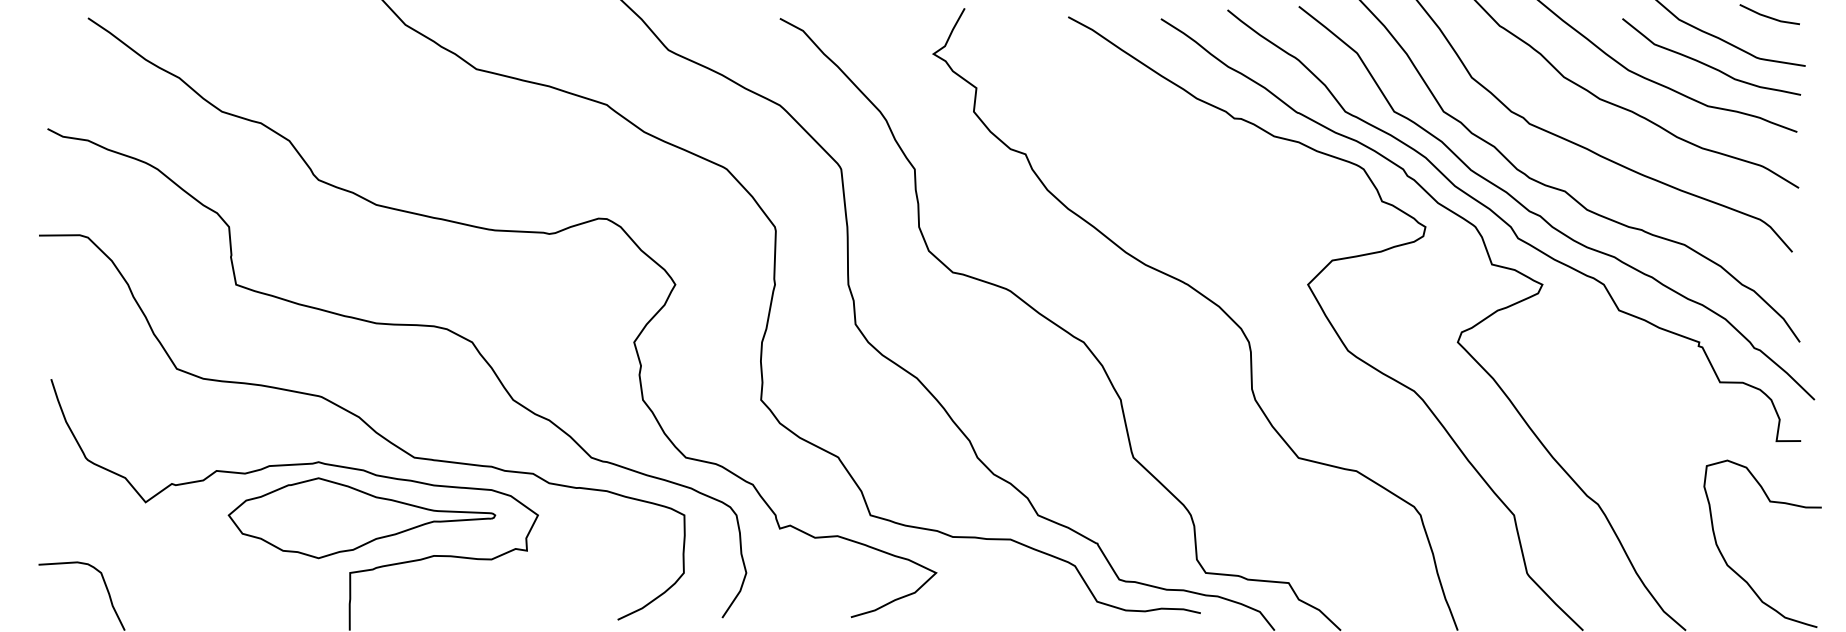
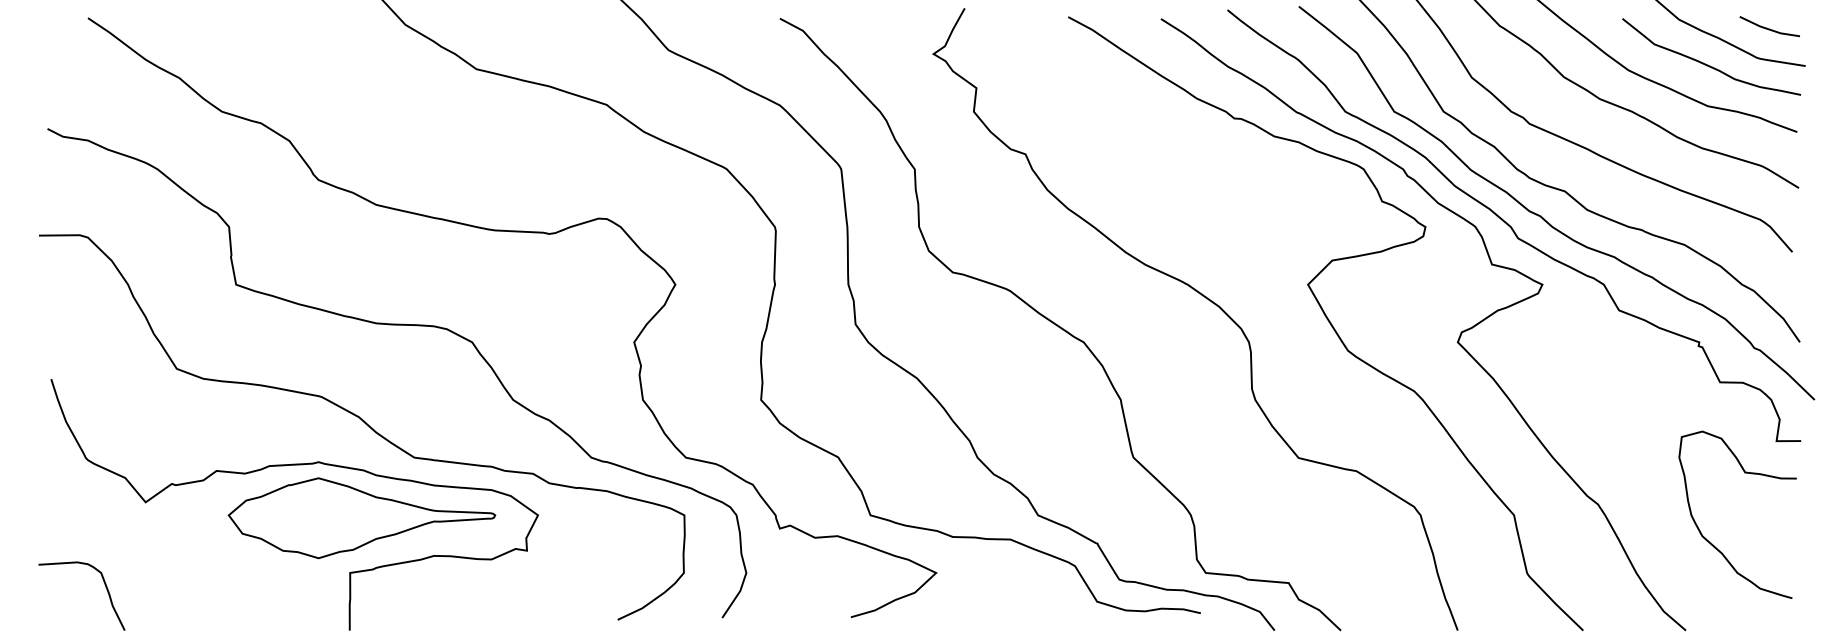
line at (1769, 16) position: (1769, 16) -> (1769, 28)
curve at (1737, 572) position: (1737, 572) -> (1712, 543)
